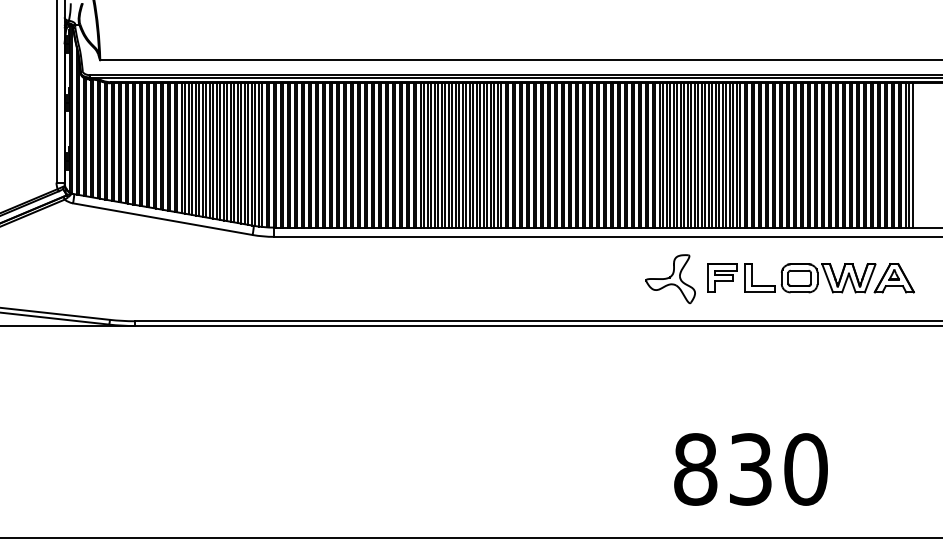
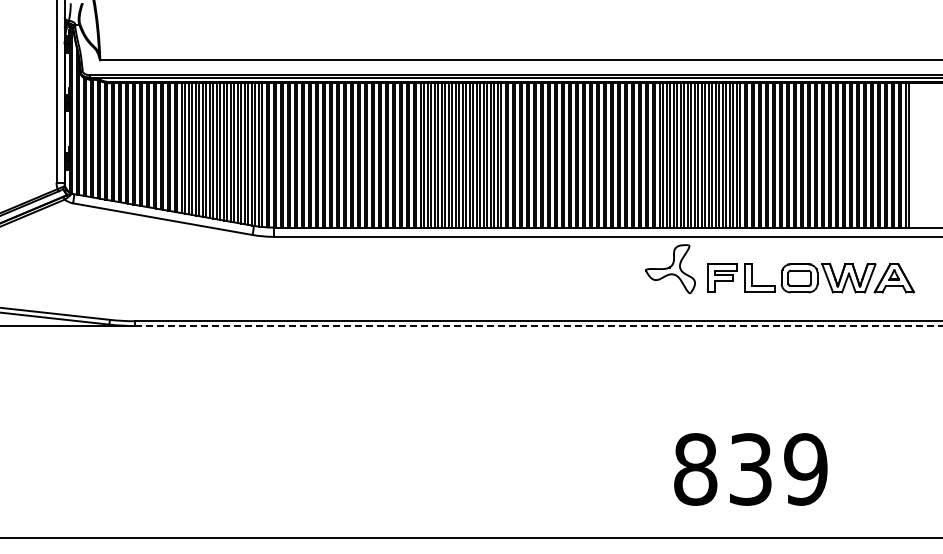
line at (913, 155): present -> none
part at (670, 279) position: (670, 279) -> (670, 269)
line at (538, 326): solid -> dashed
text at (805, 469): 830 -> 839
